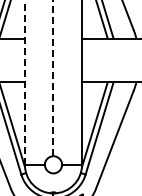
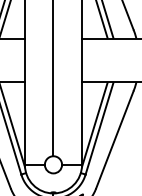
line at (53, 78): dashed -> solid
line at (24, 81): dashed -> solid
